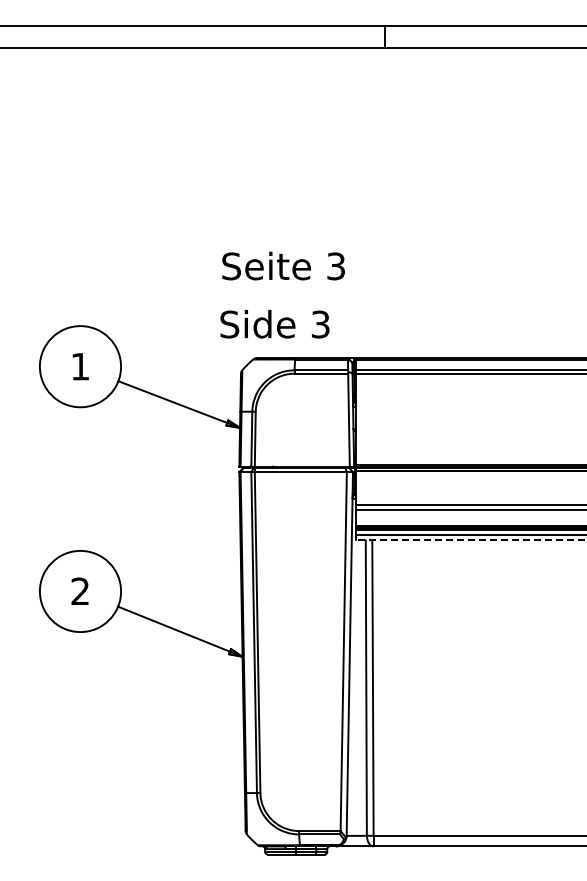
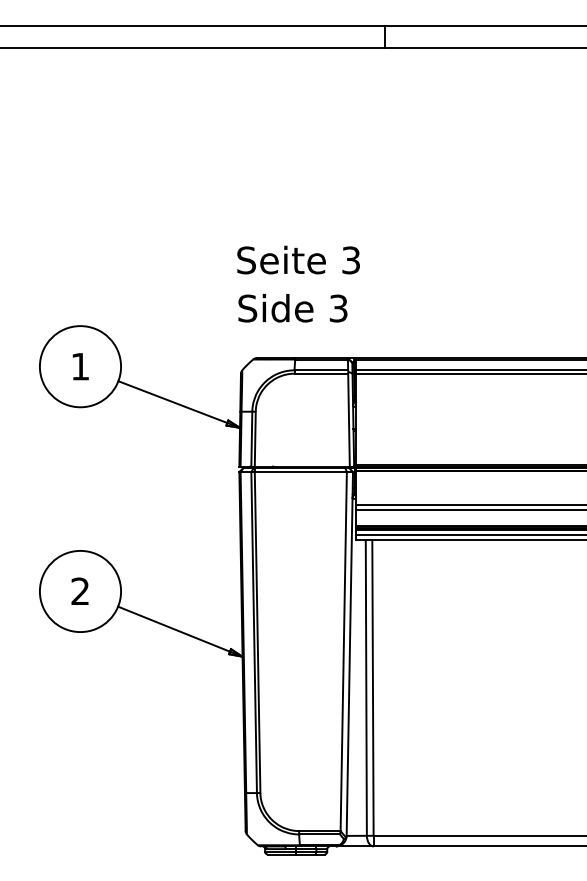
text at (283, 265) position: (283, 265) -> (298, 259)
text at (274, 324) position: (274, 324) -> (292, 308)
line at (470, 539): dashed -> solid
